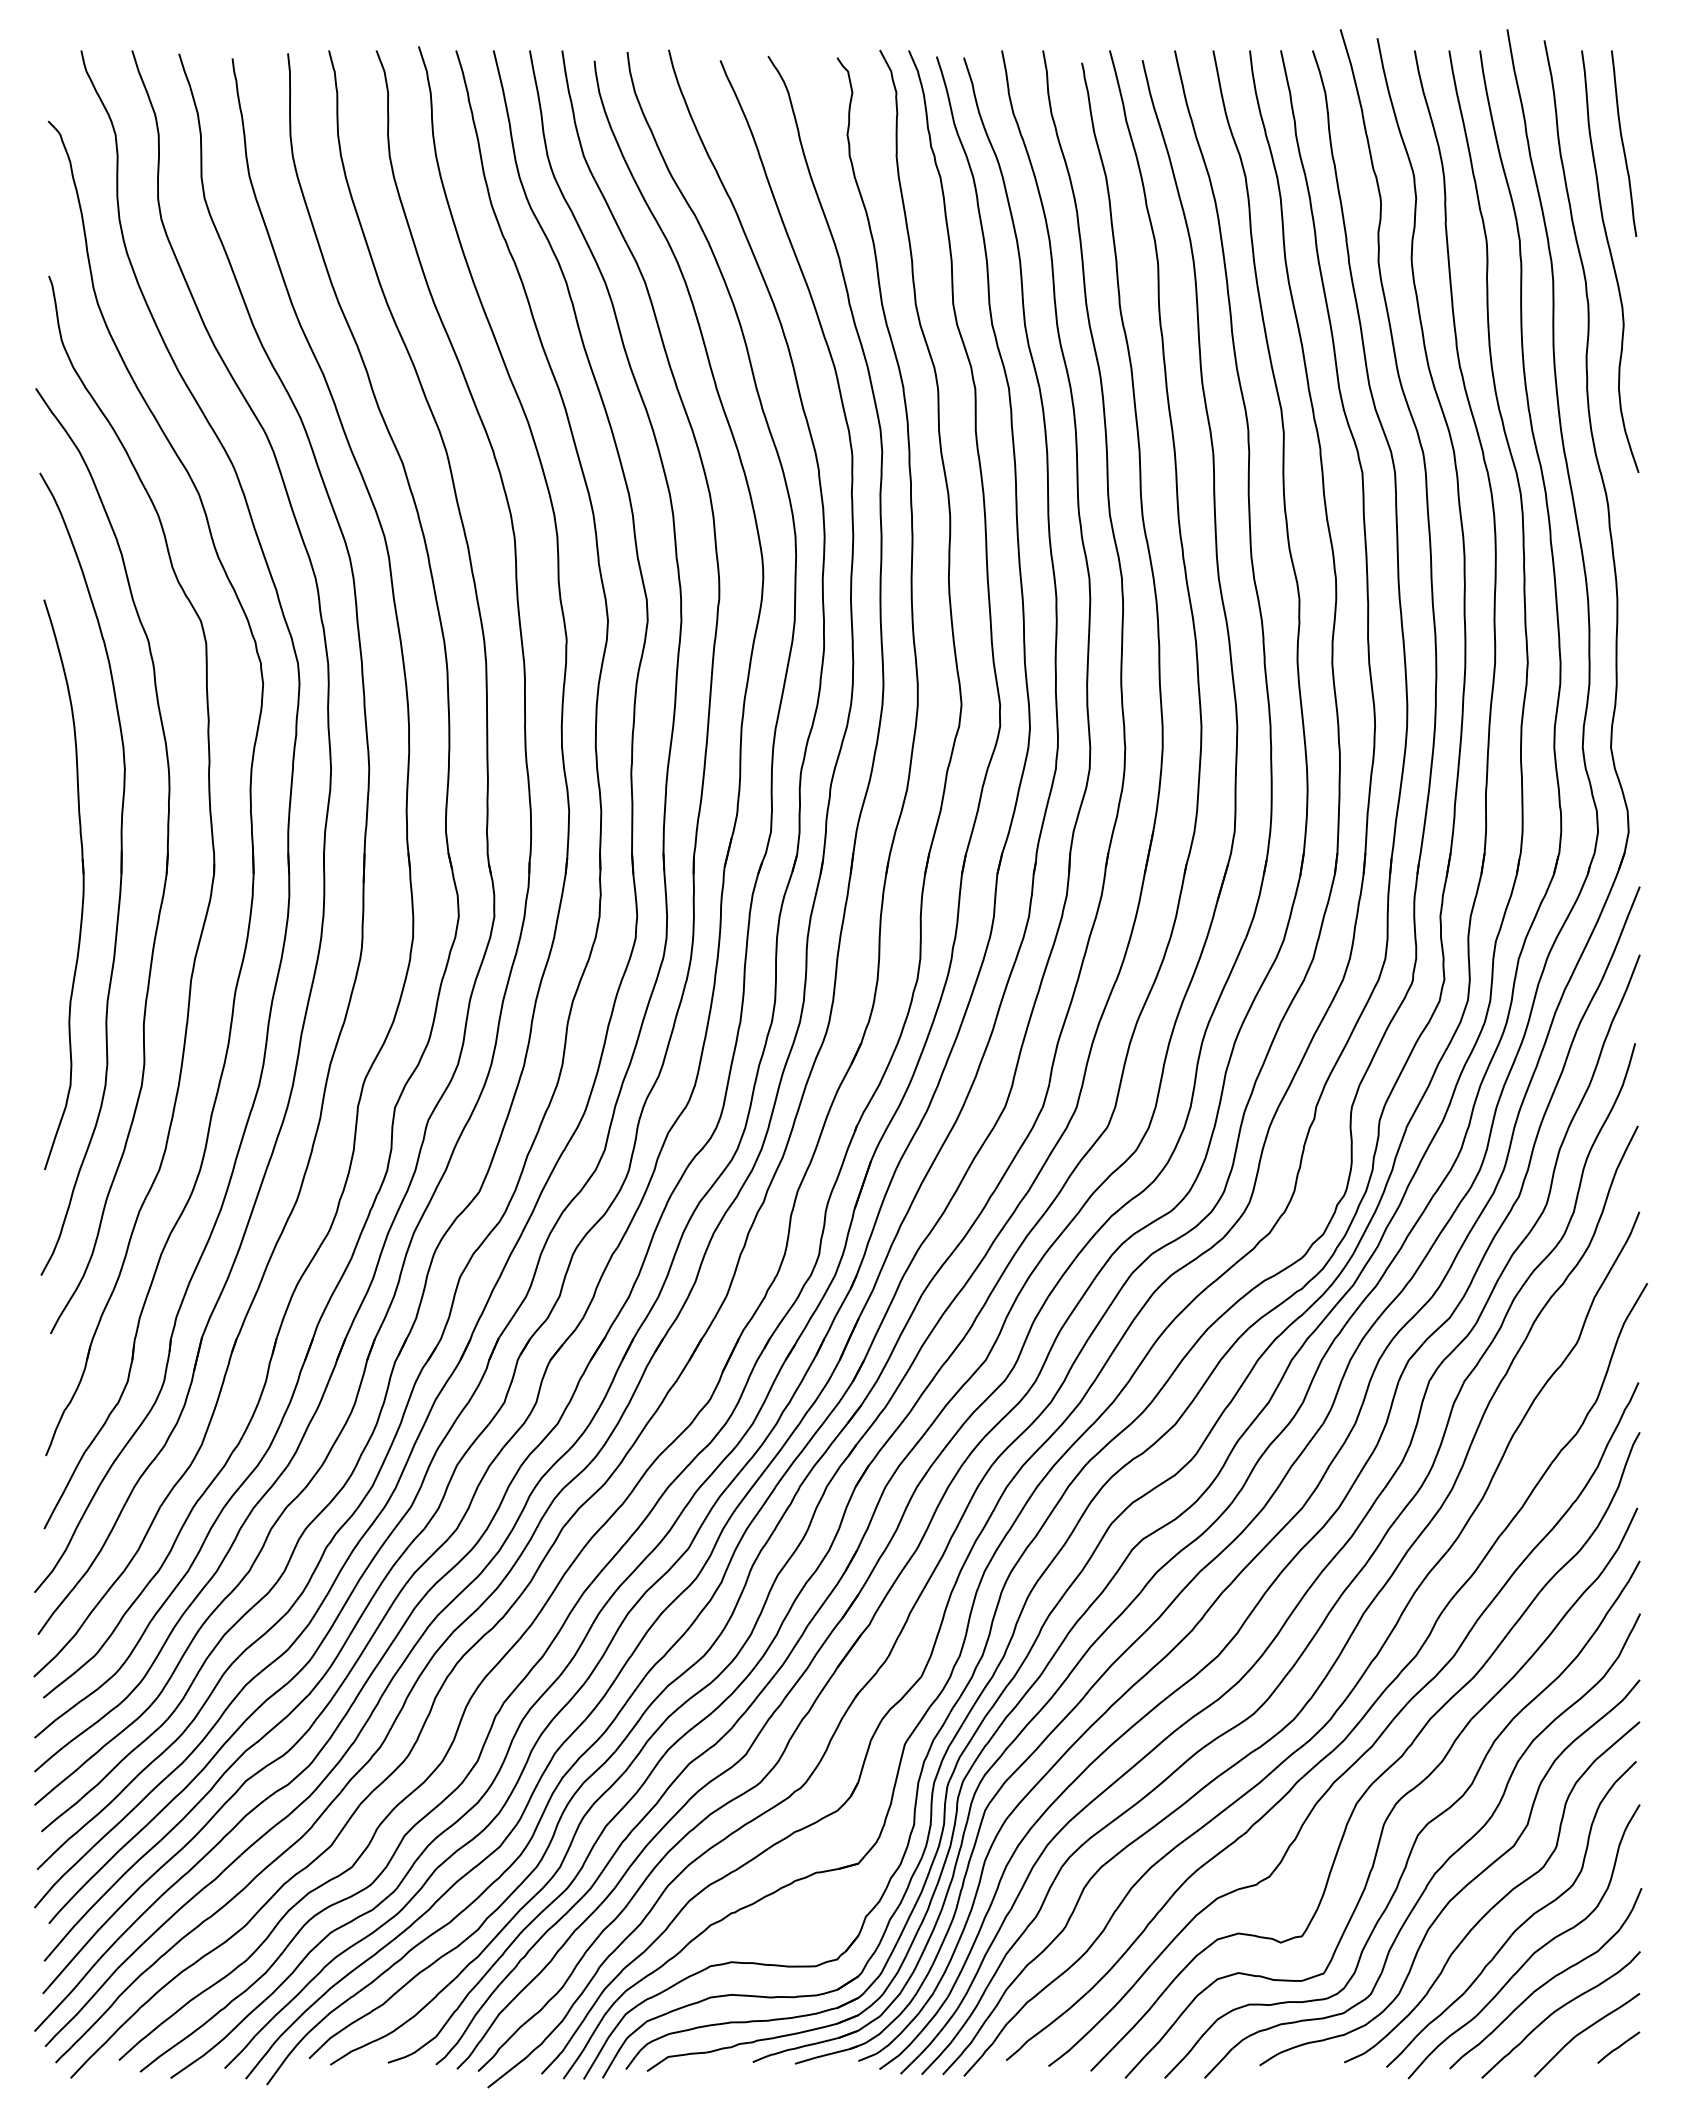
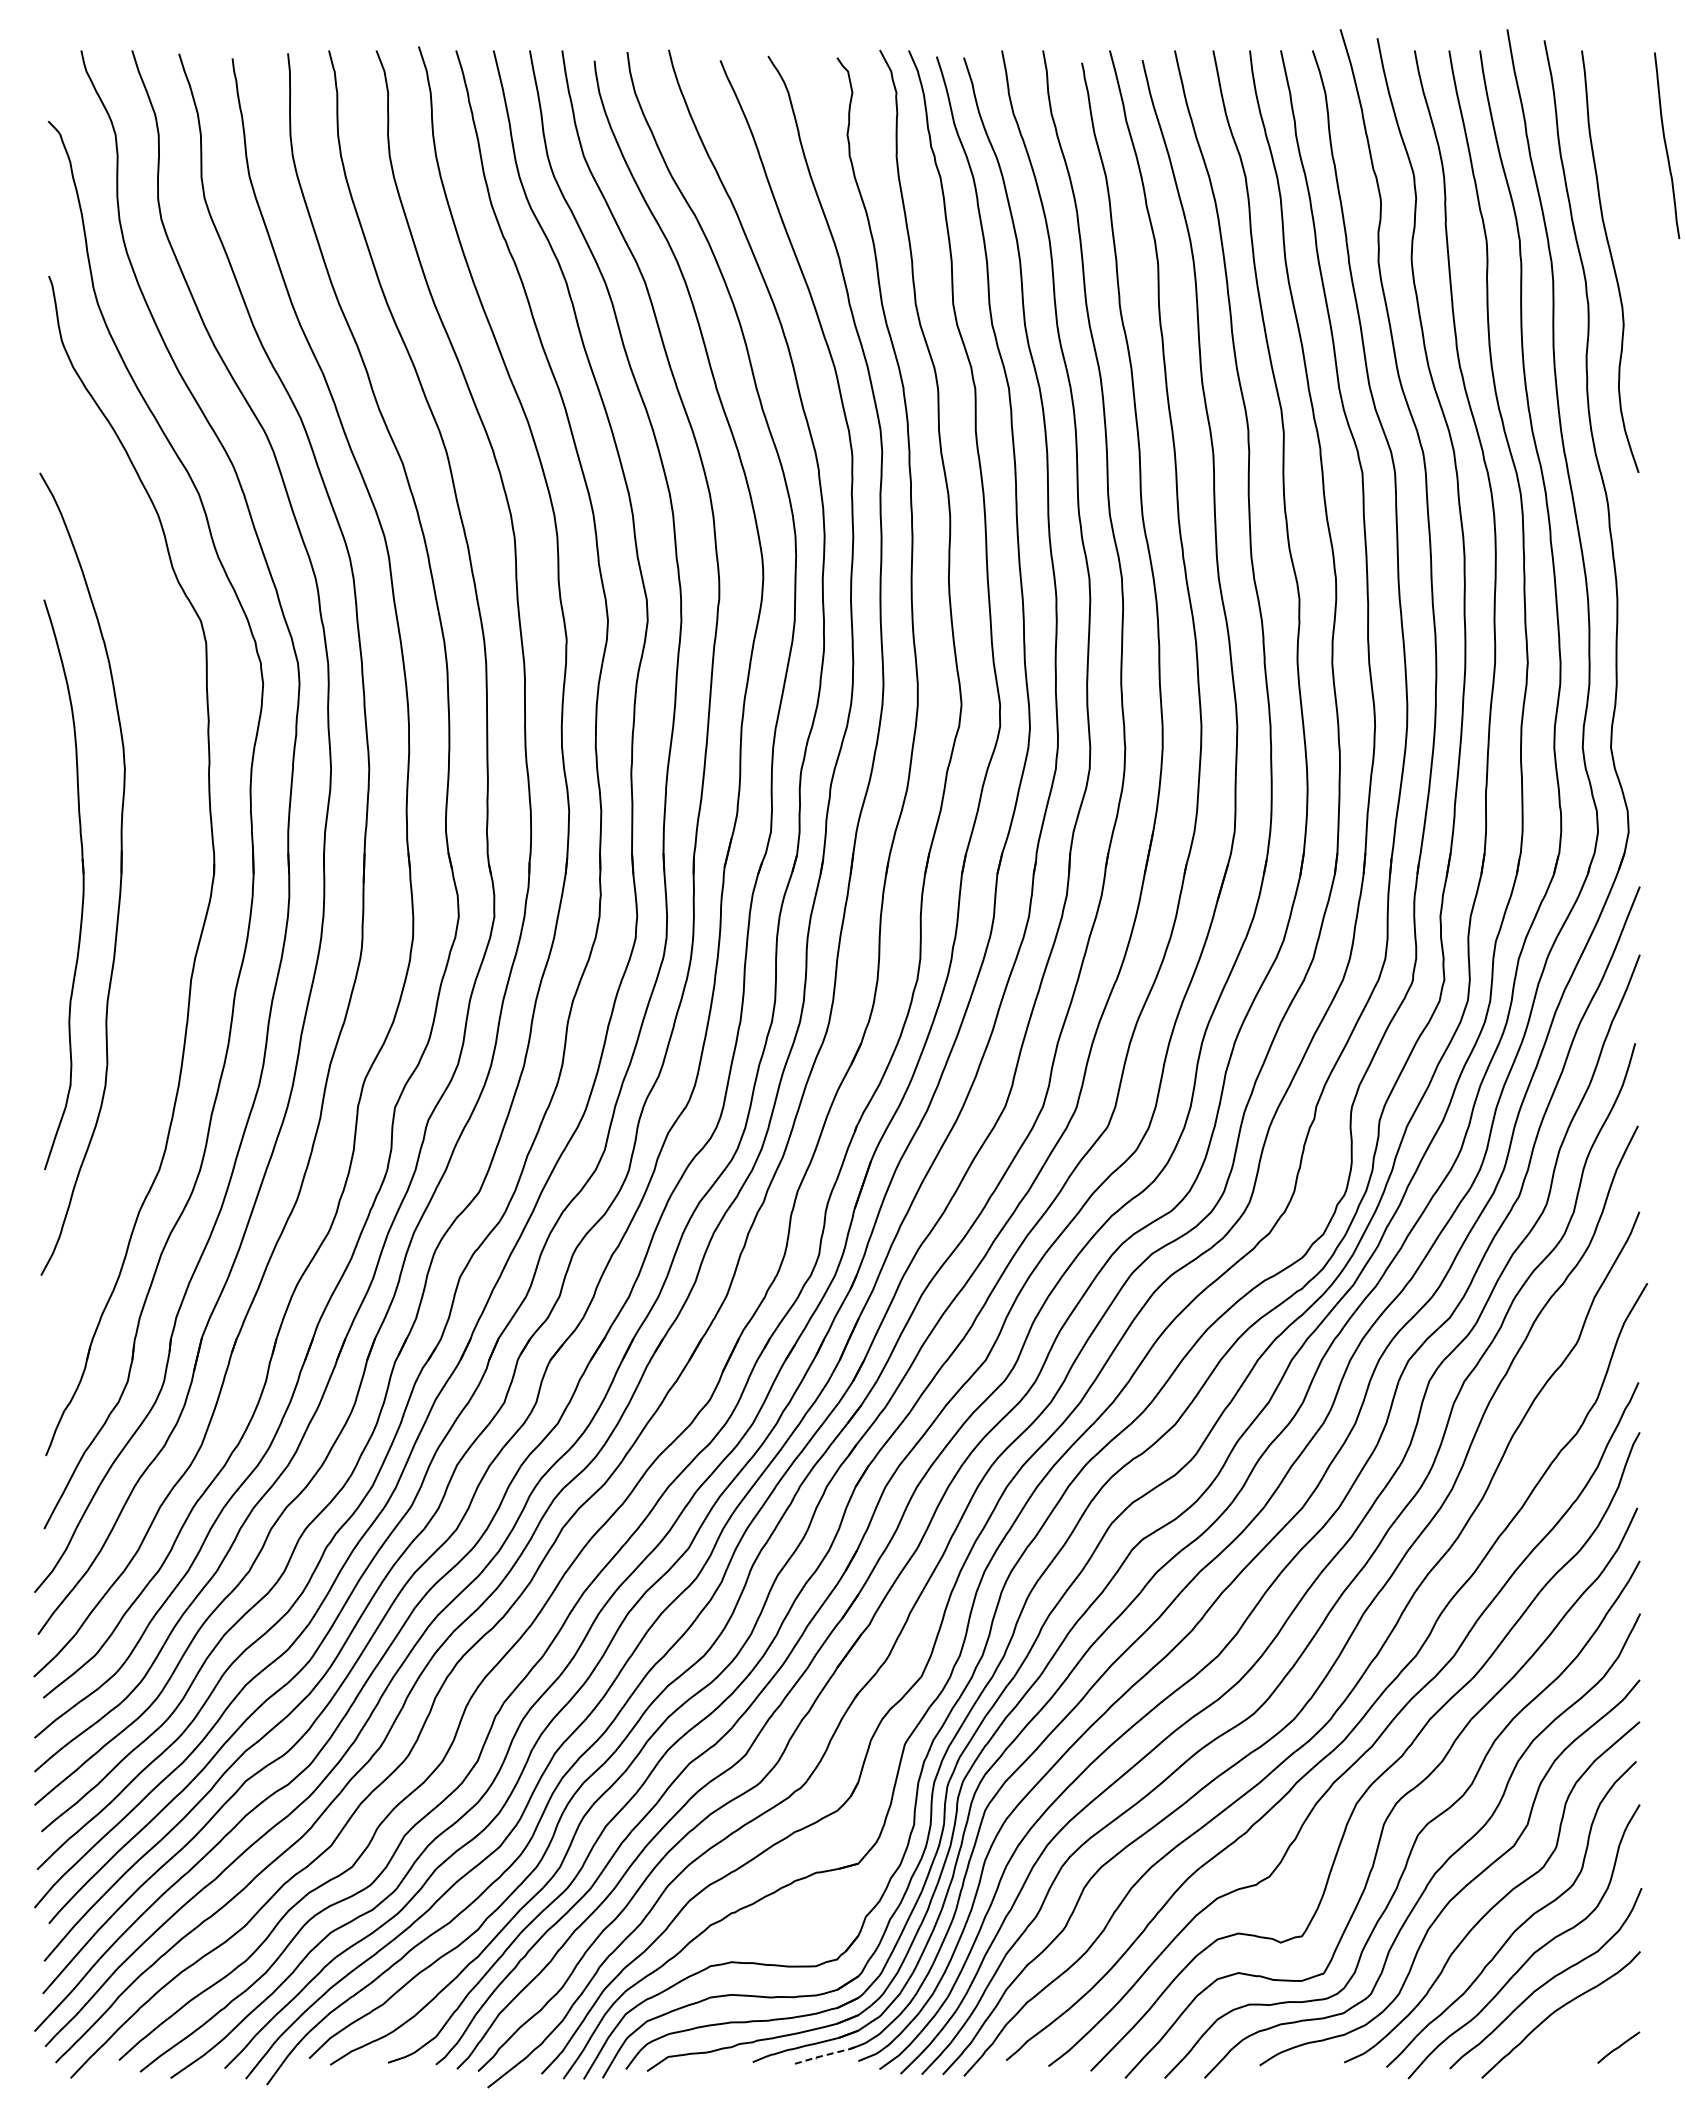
curve at (1623, 143) position: (1623, 143) -> (1666, 145)
part at (165, 870): present -> none
curve at (1583, 2032): present -> none
line at (826, 2054): solid -> dashed
